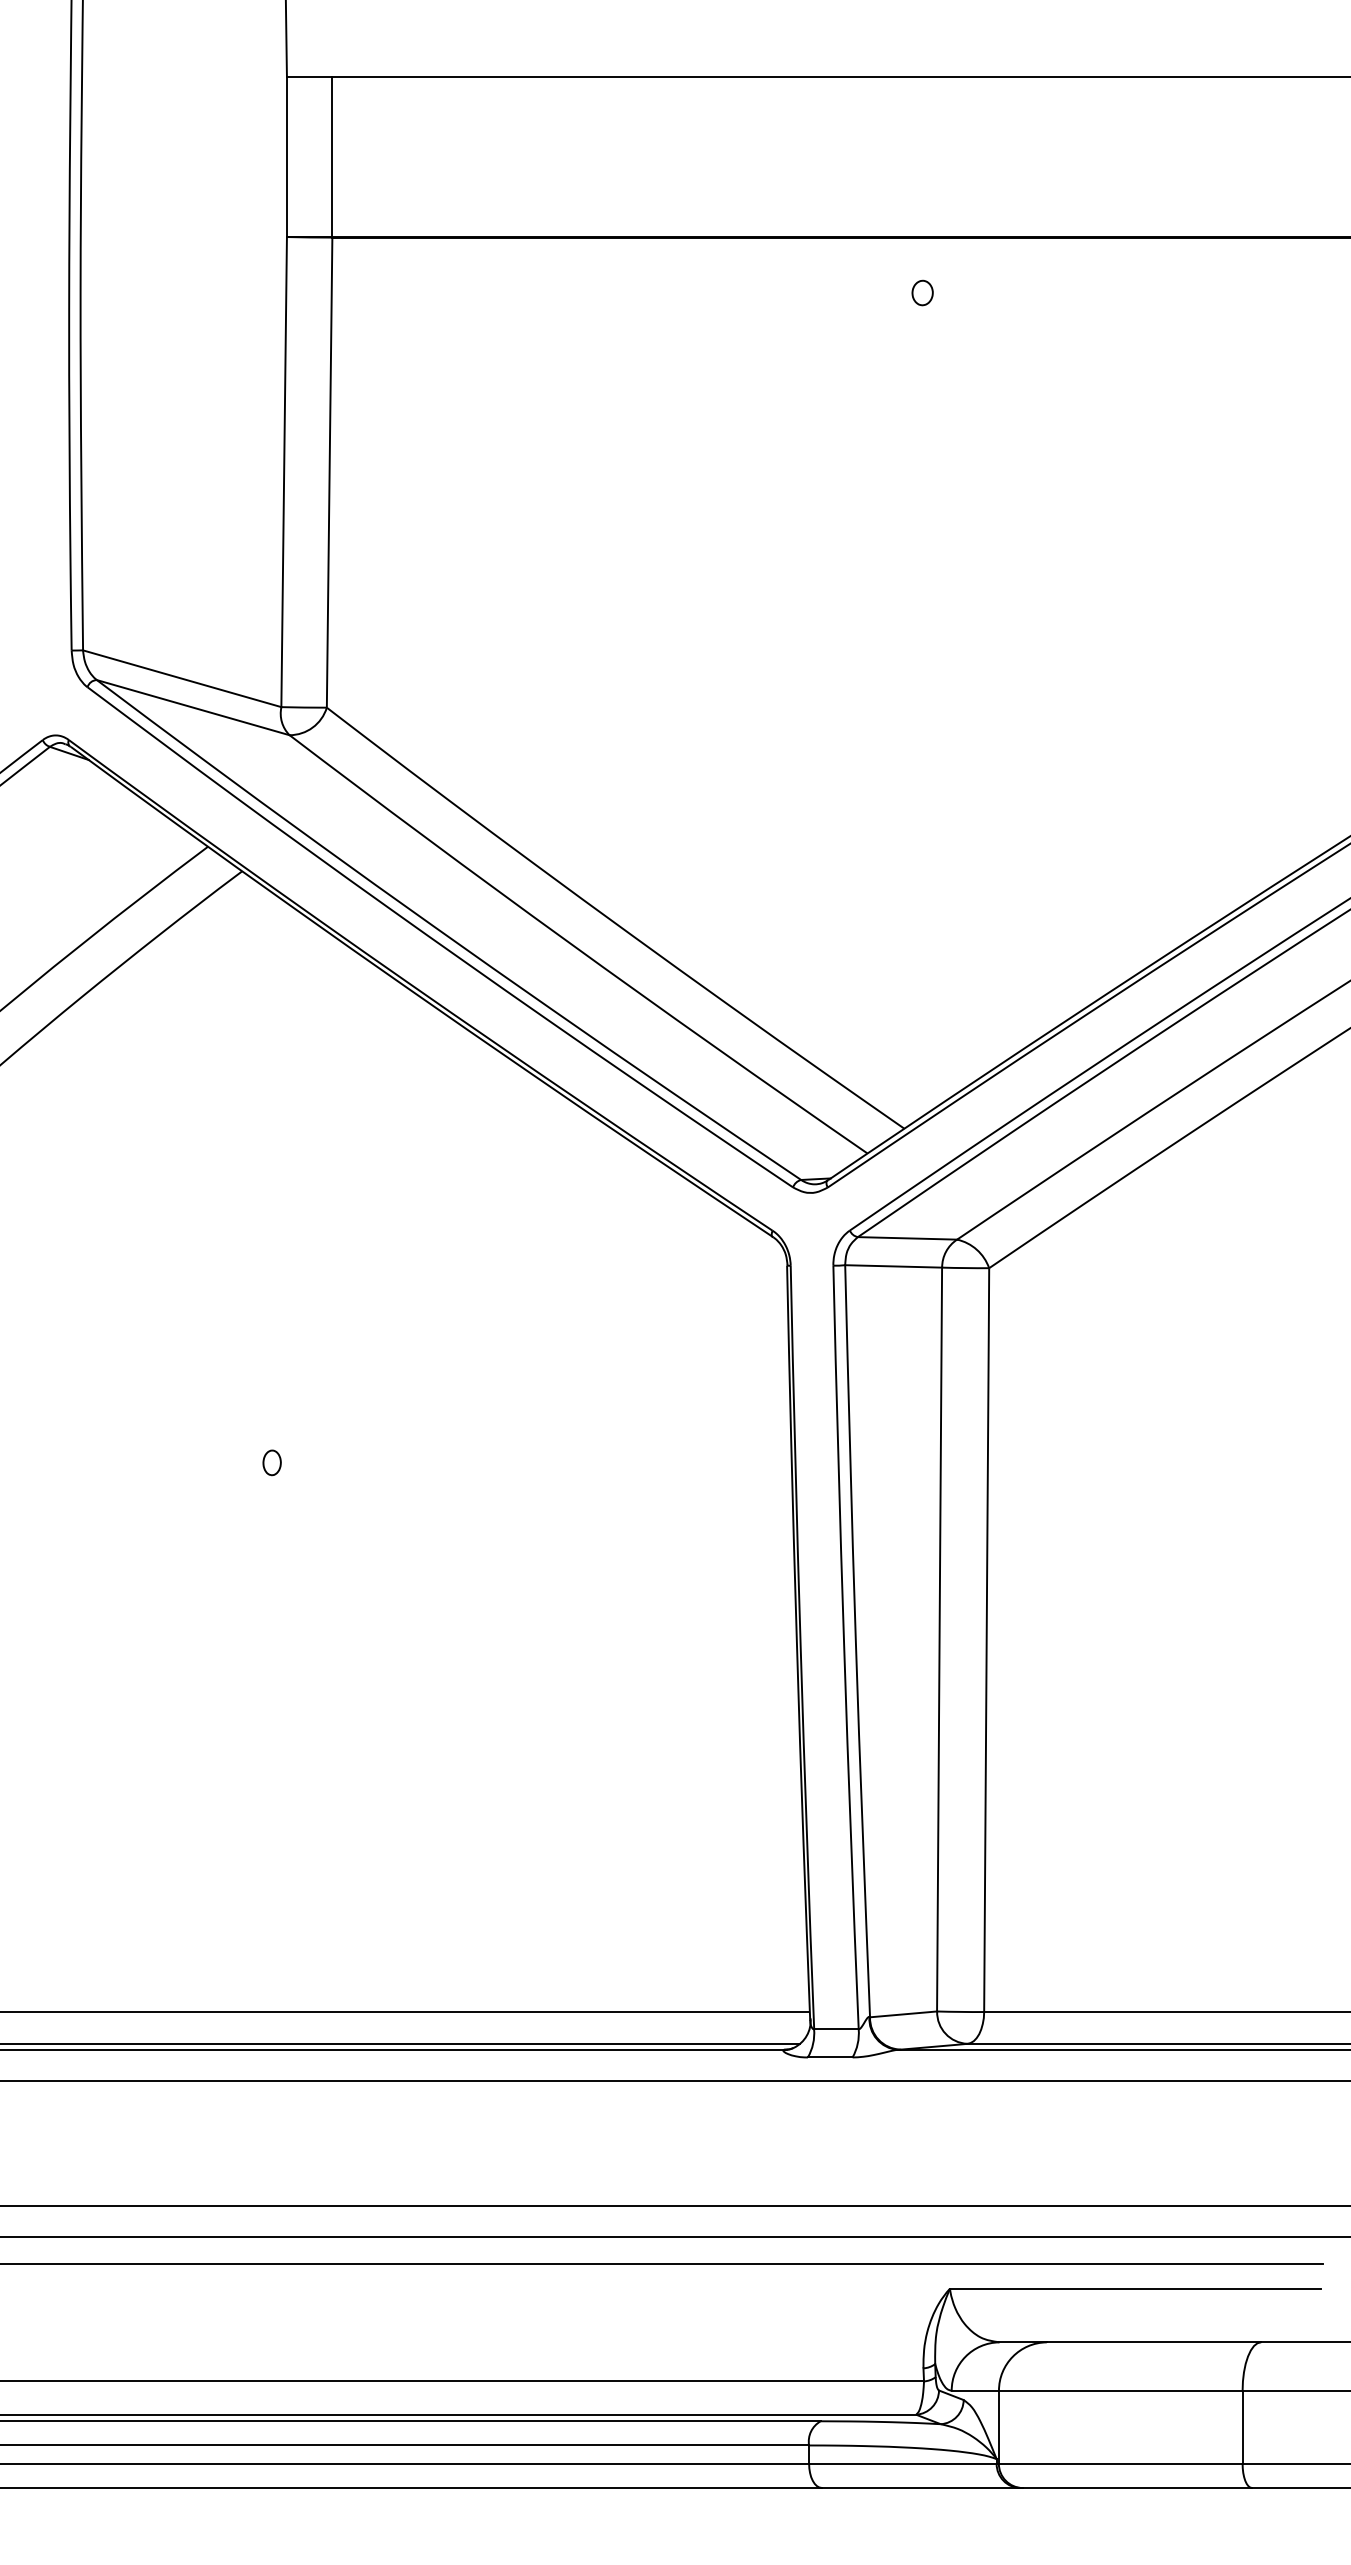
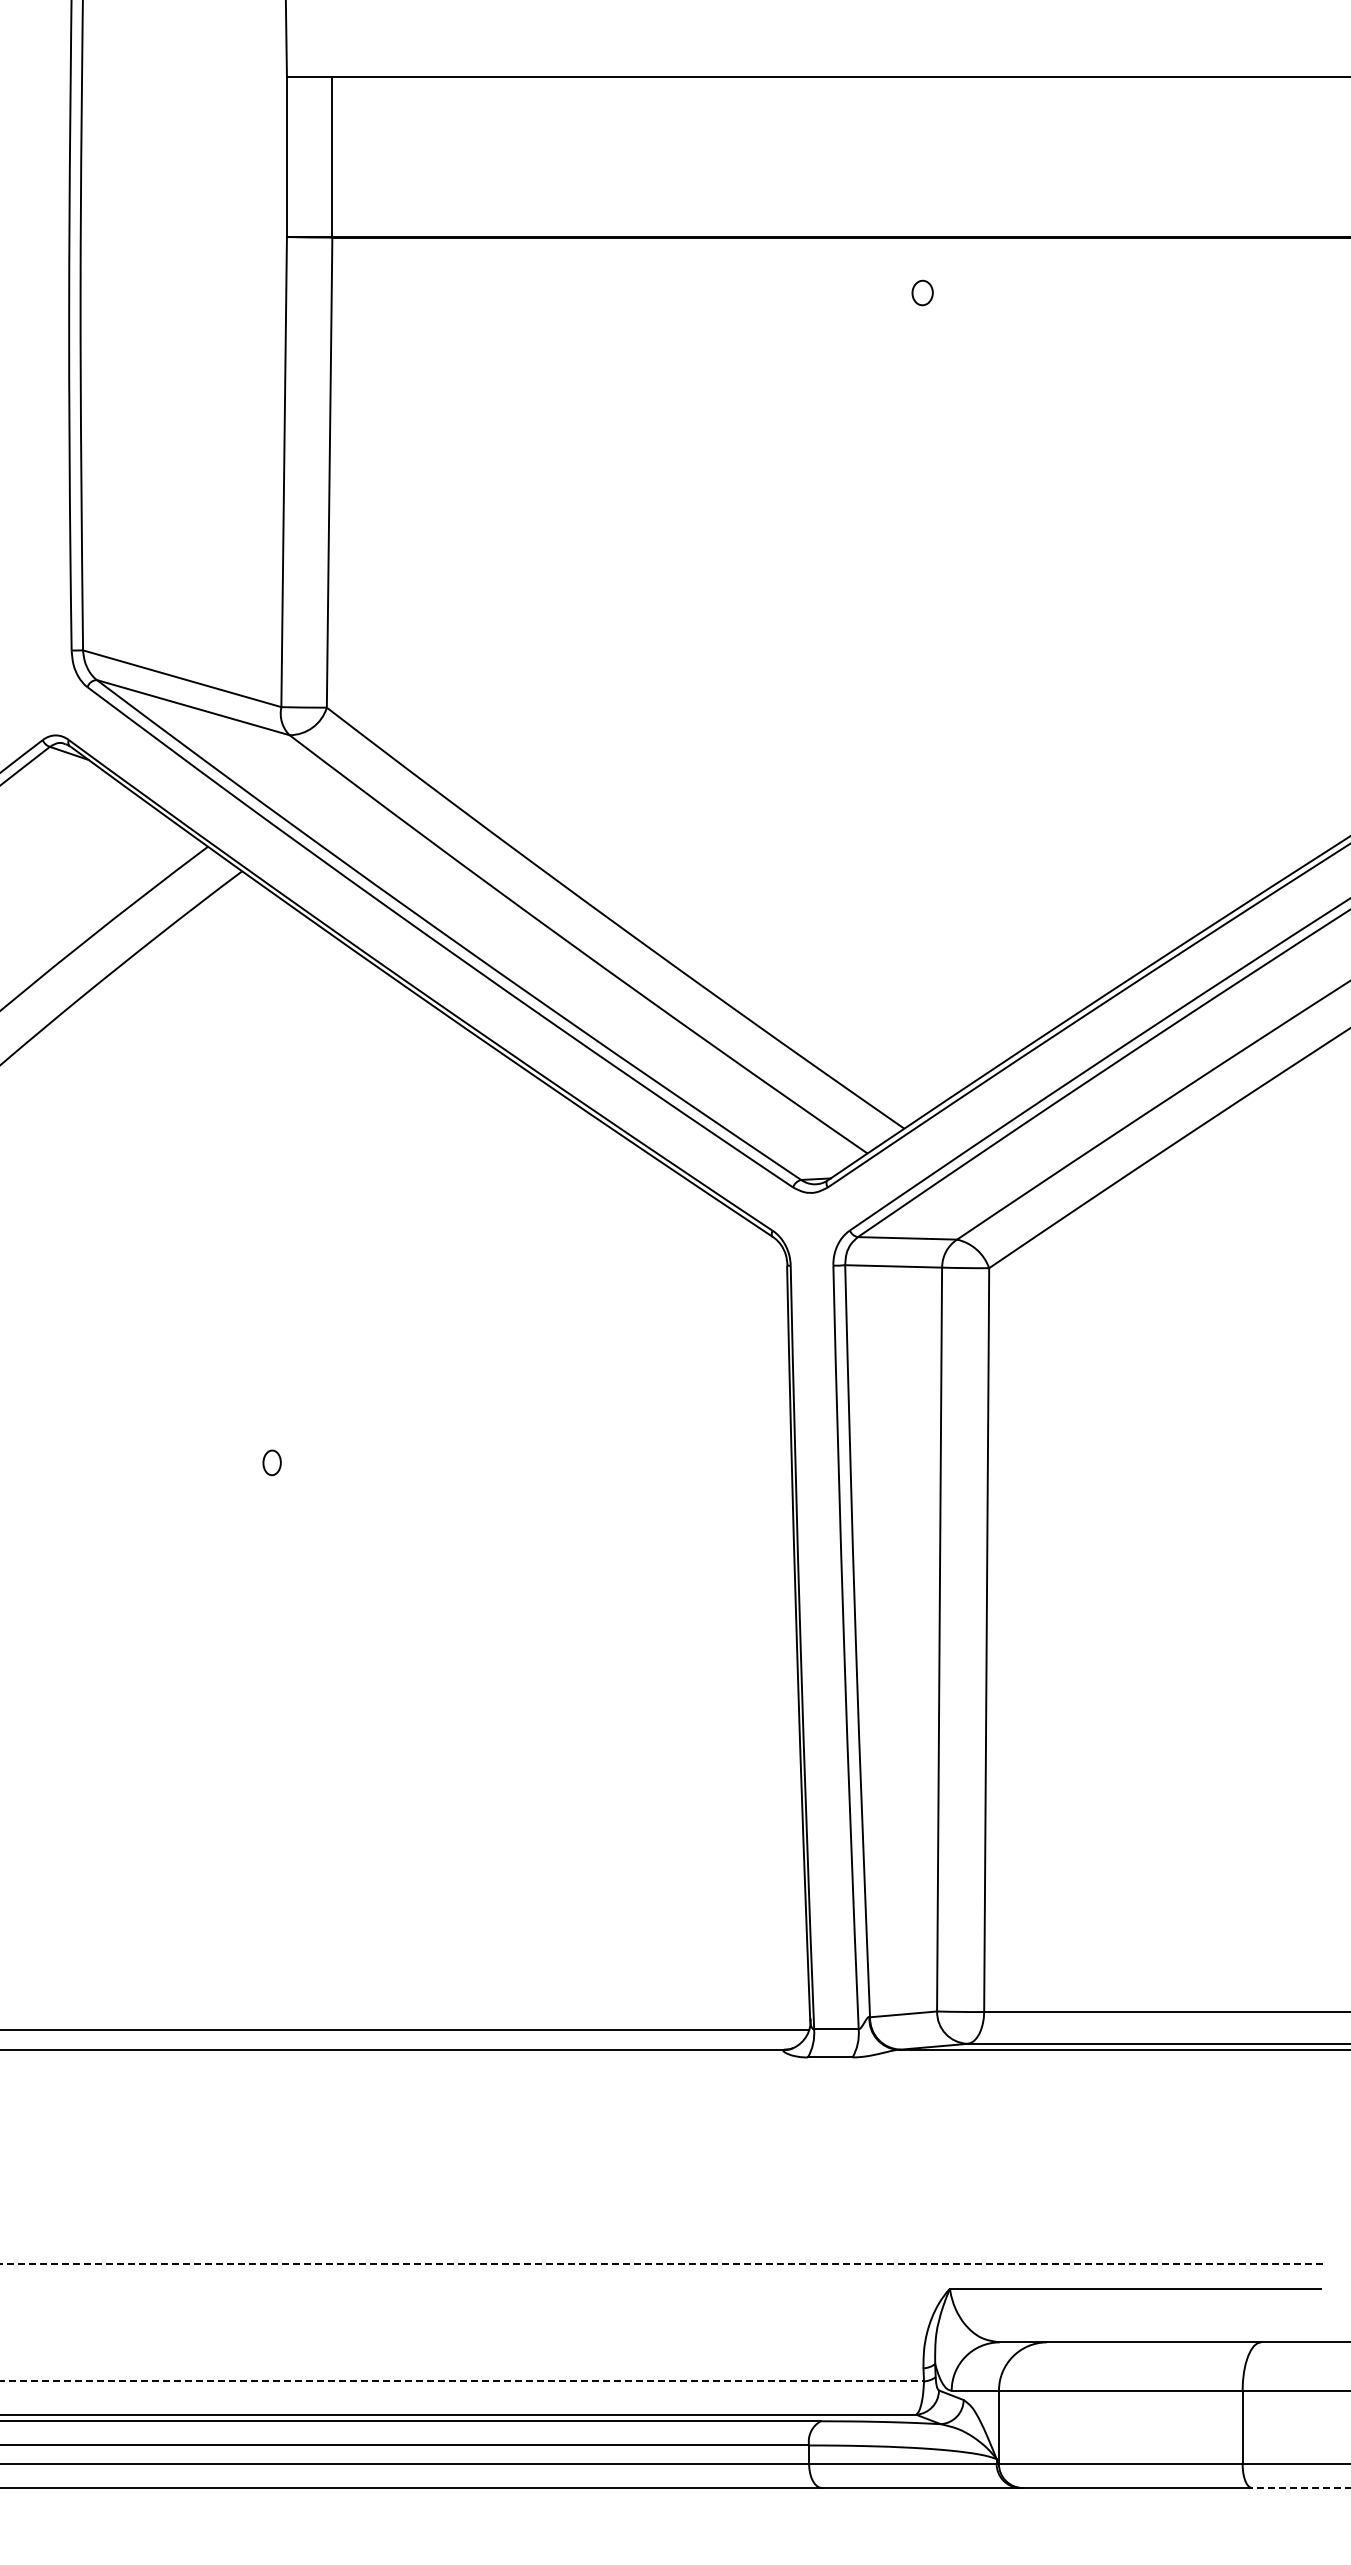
line at (405, 2012) position: (405, 2012) -> (405, 2030)
line at (401, 2043): present -> none
line at (674, 2080): present -> none
line at (674, 2206): present -> none
line at (674, 2237): present -> none
line at (661, 2263): solid -> dashed
line at (462, 2381): solid -> dashed
line at (1300, 2487): solid -> dashed
